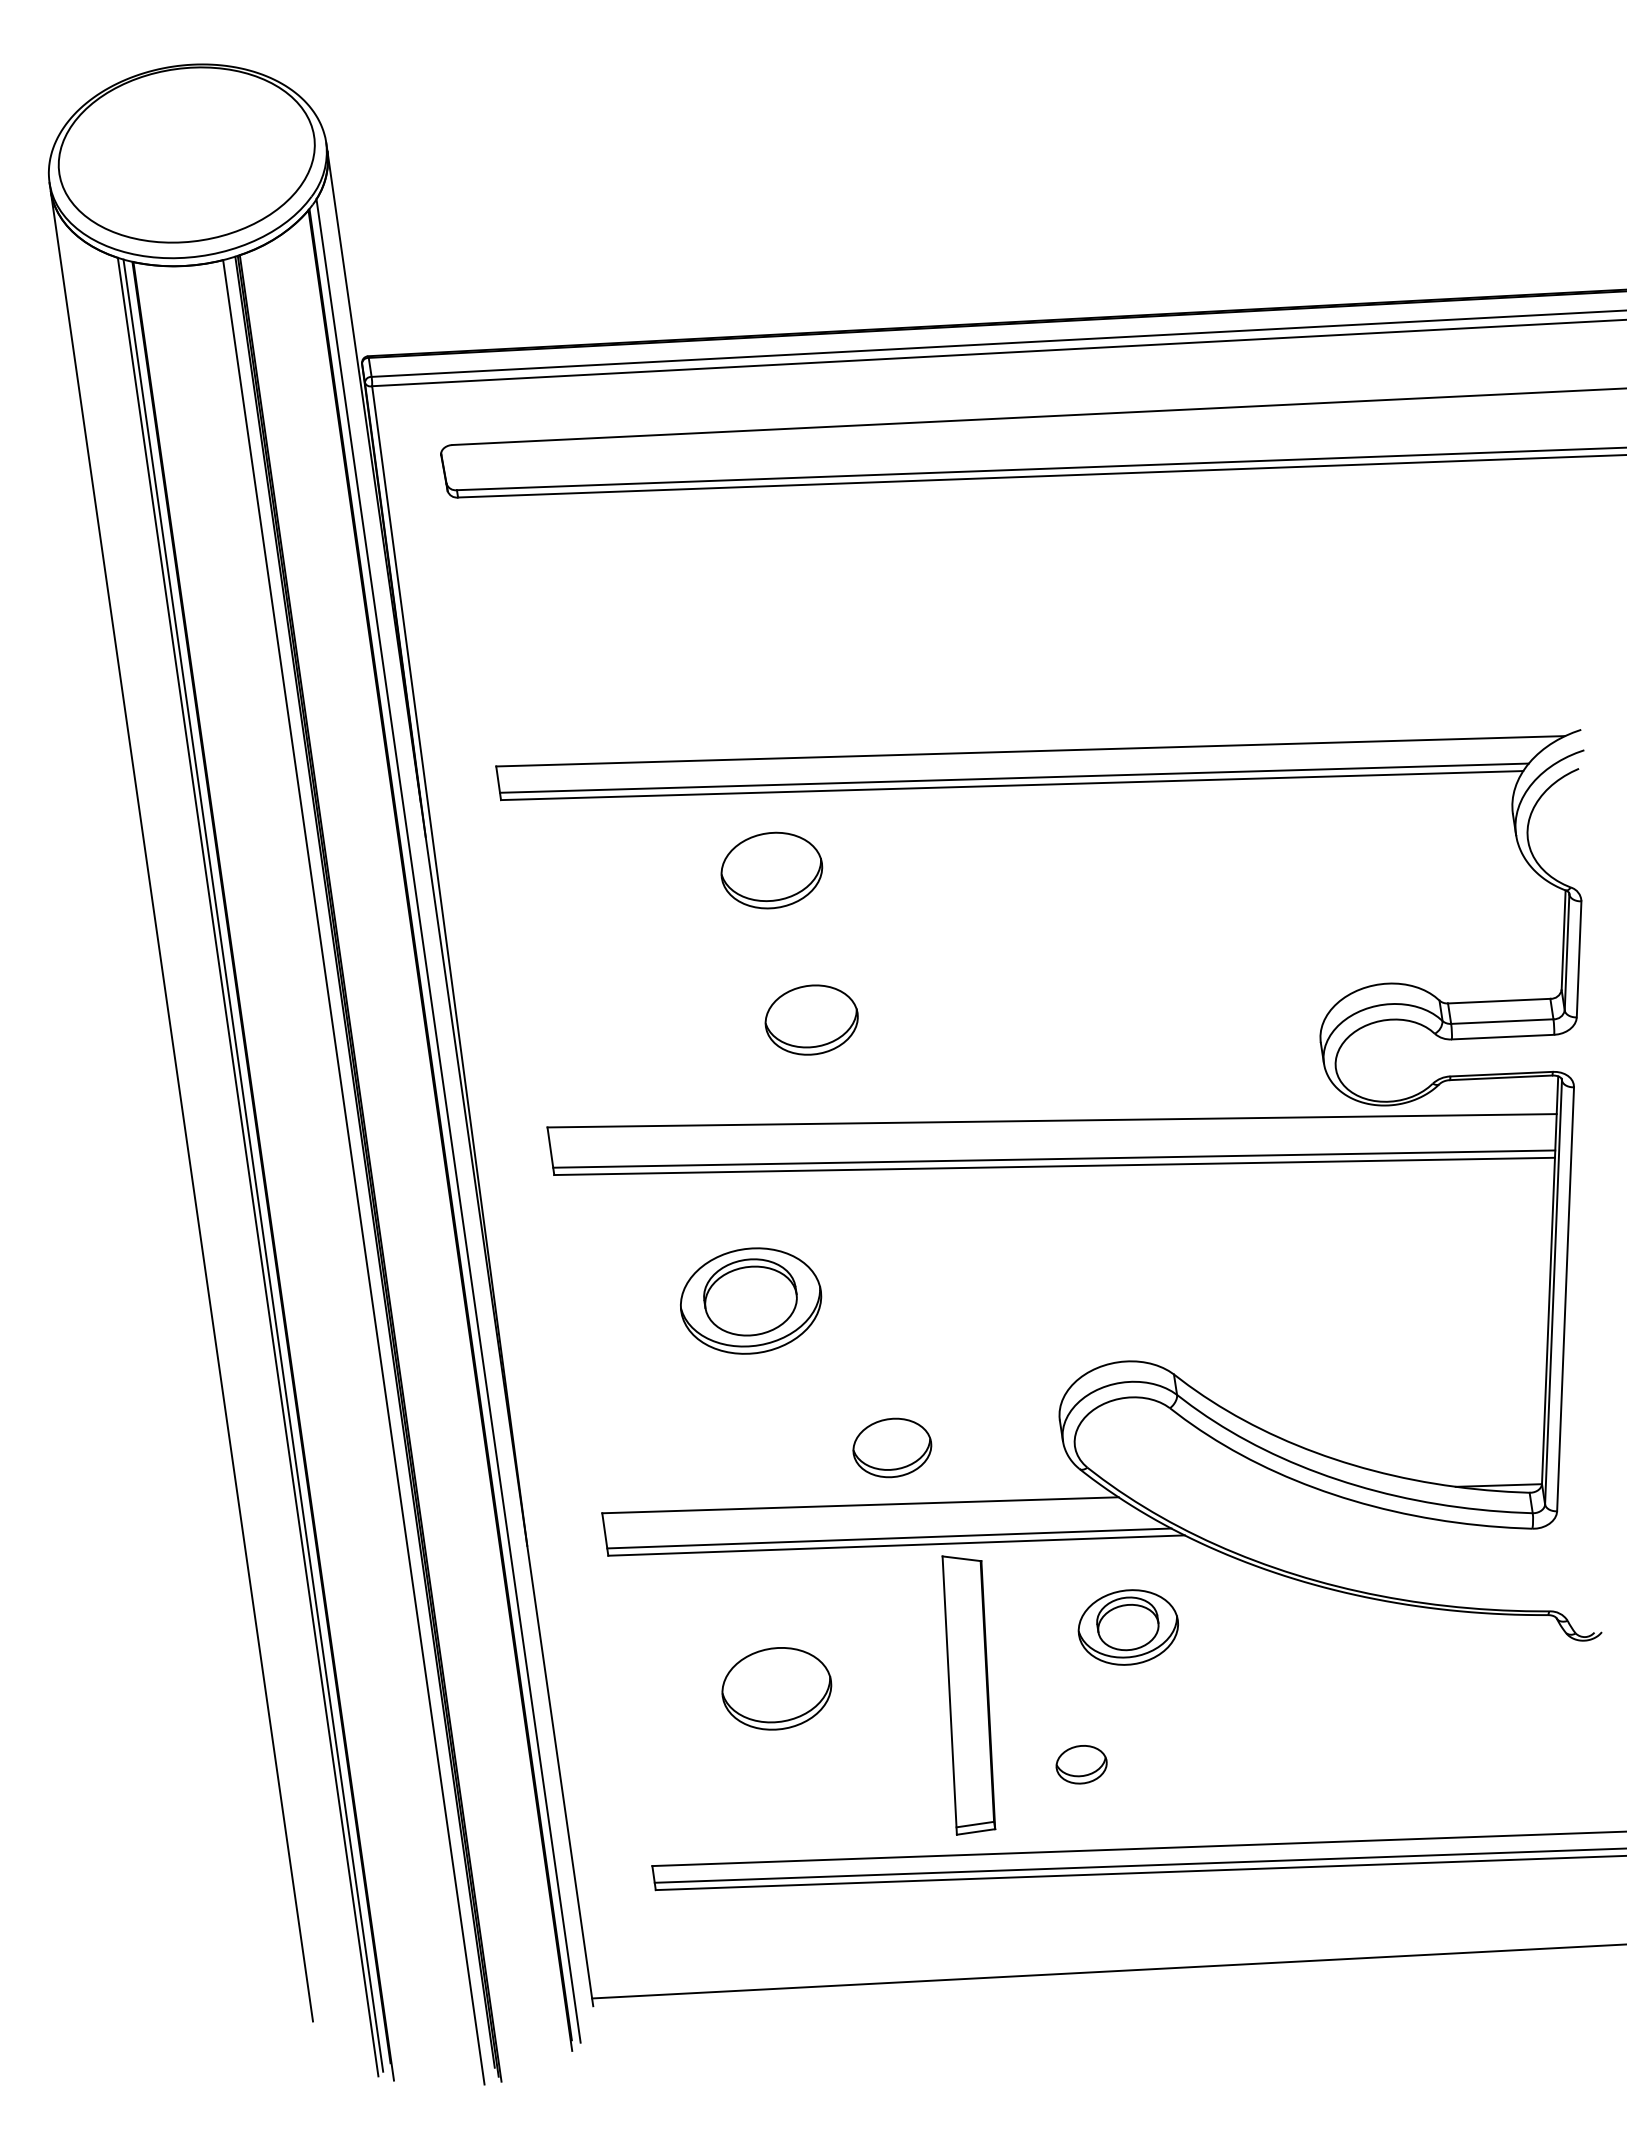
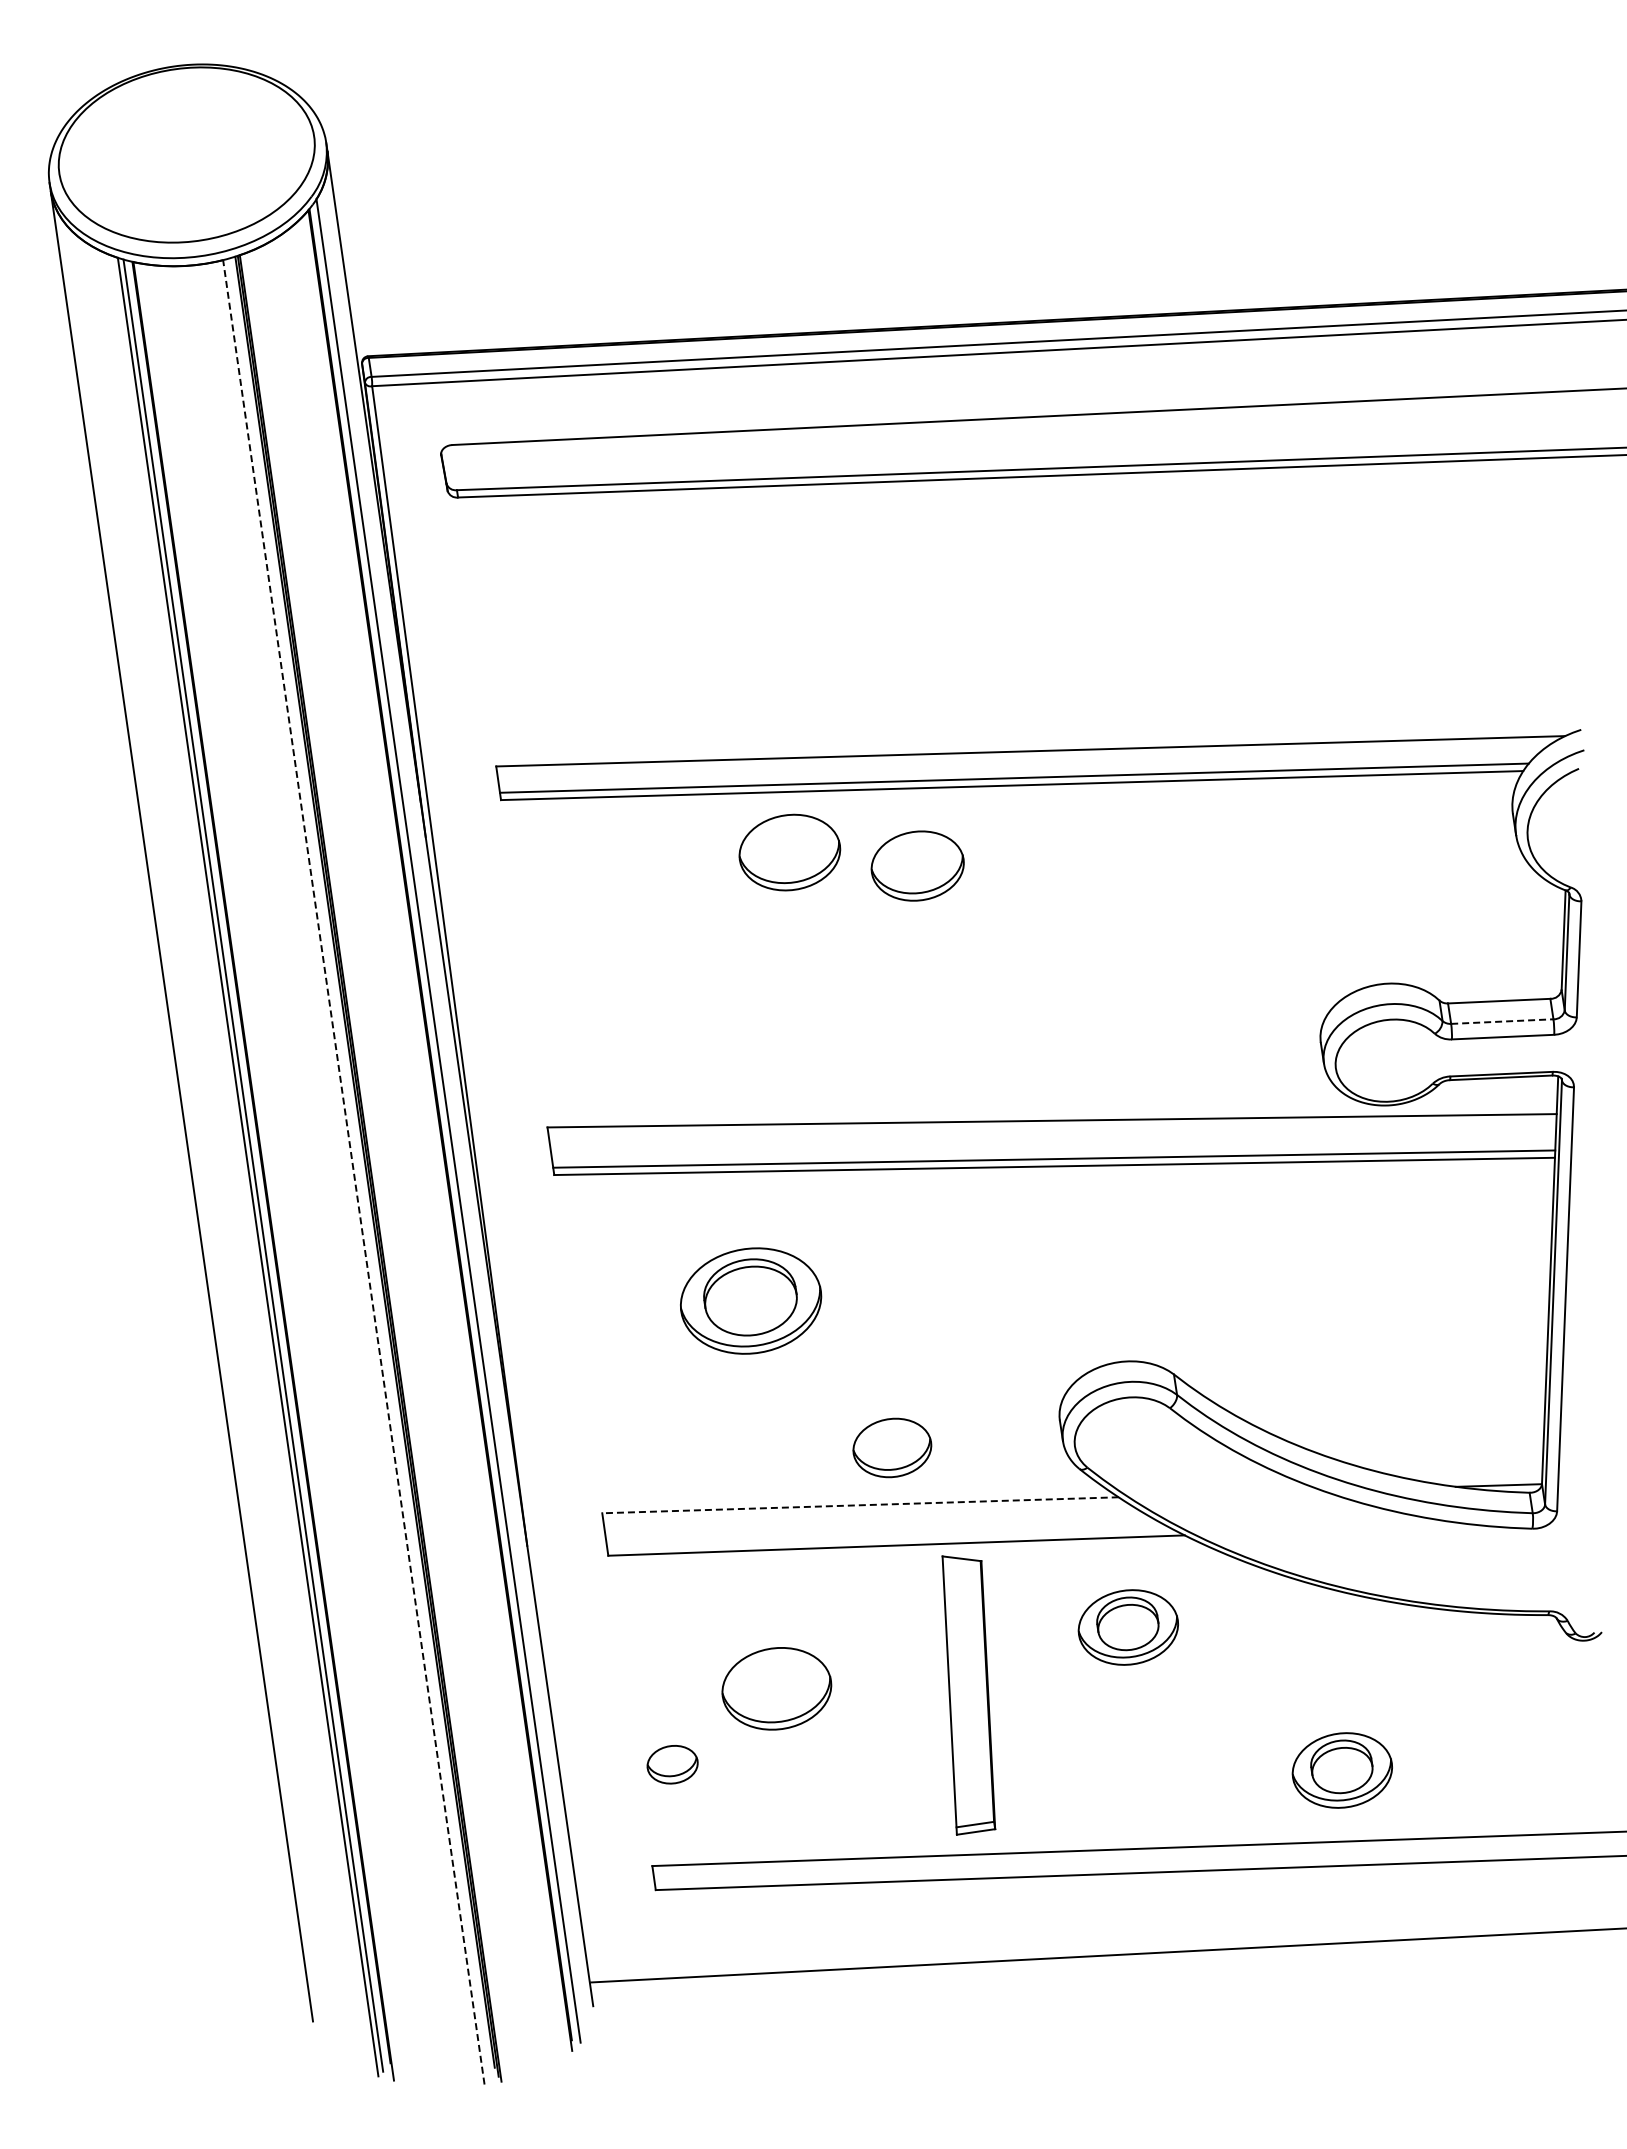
part at (771, 870) position: (771, 870) -> (789, 852)
part at (811, 1019) position: (811, 1019) -> (917, 865)
line at (1502, 1021): solid -> dashed
line at (353, 1172): solid -> dashed
line at (860, 1505): solid -> dashed
line at (889, 1538): present -> none
part at (1081, 1764) position: (1081, 1764) -> (672, 1764)
part at (1341, 1770): none -> present
line at (1138, 1865): present -> none
line at (1107, 1971) position: (1107, 1971) -> (1107, 1955)
